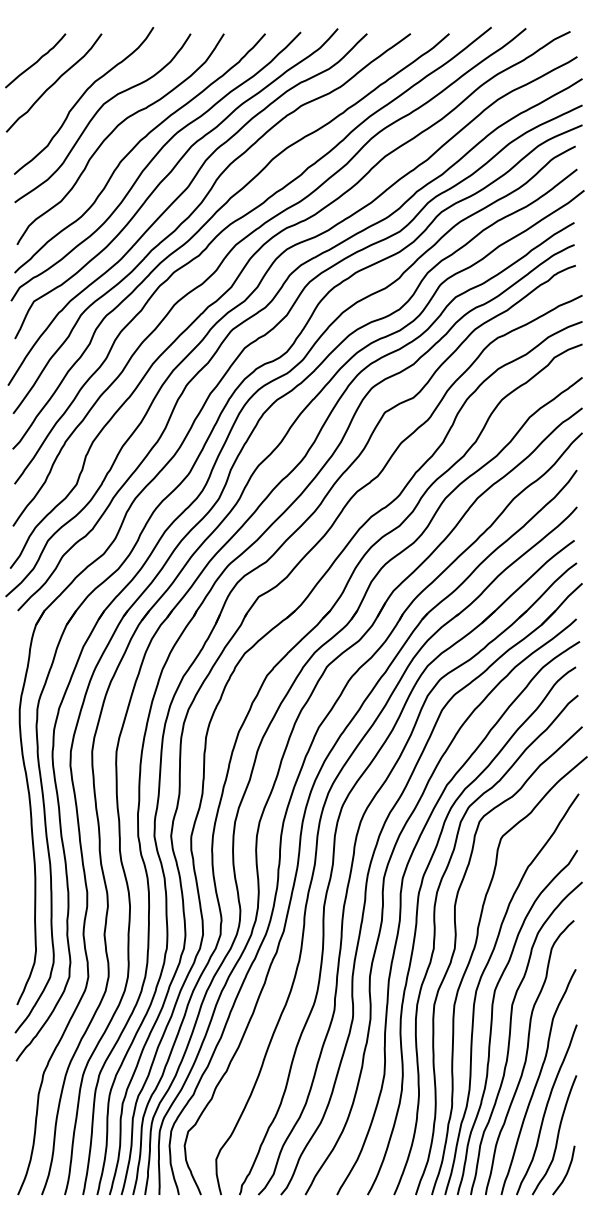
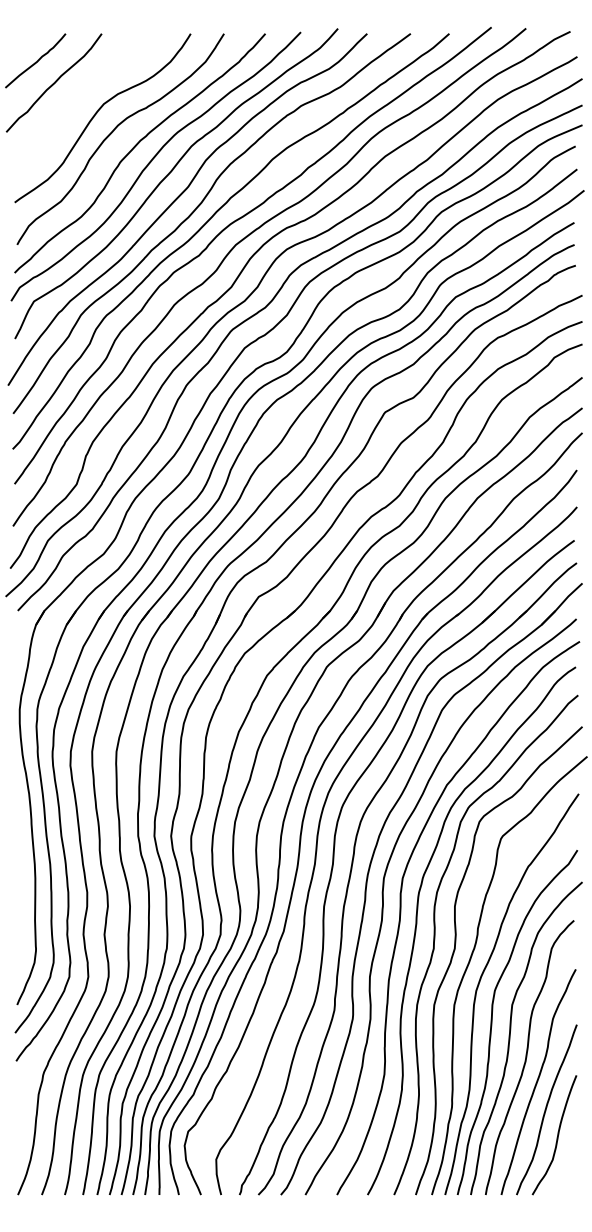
curve at (81, 98): present -> none
curve at (566, 1171): present -> none
